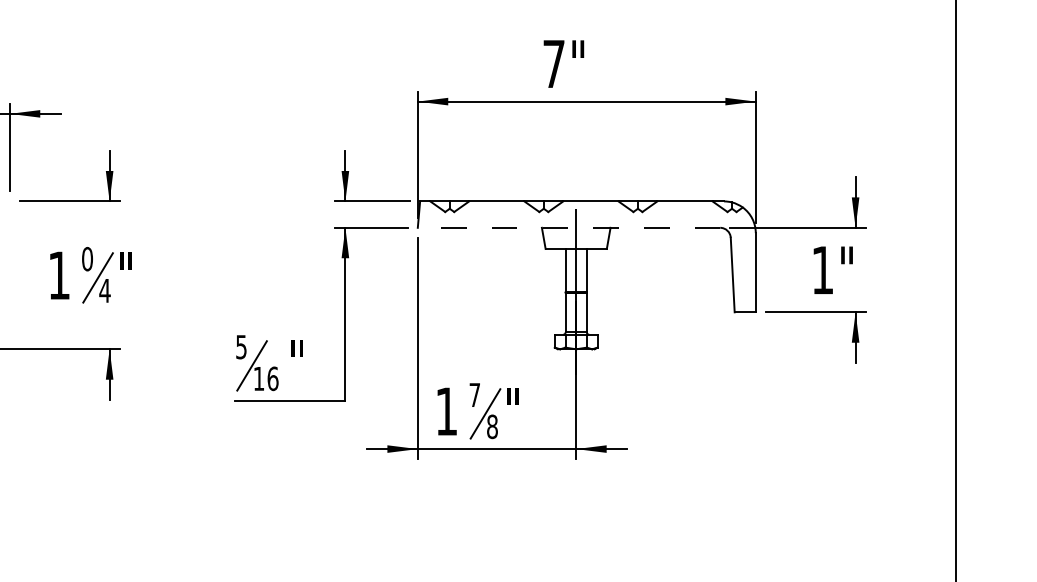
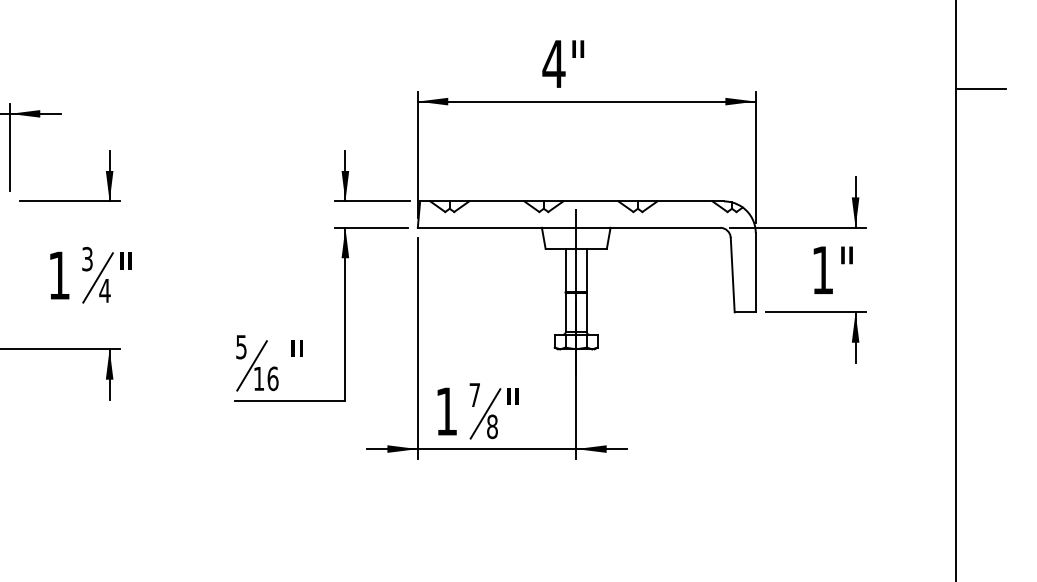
text at (553, 63): 7" -> 4"
line at (980, 88): none -> present
line at (568, 227): dashed -> solid
text at (87, 259): 0 -> 3
